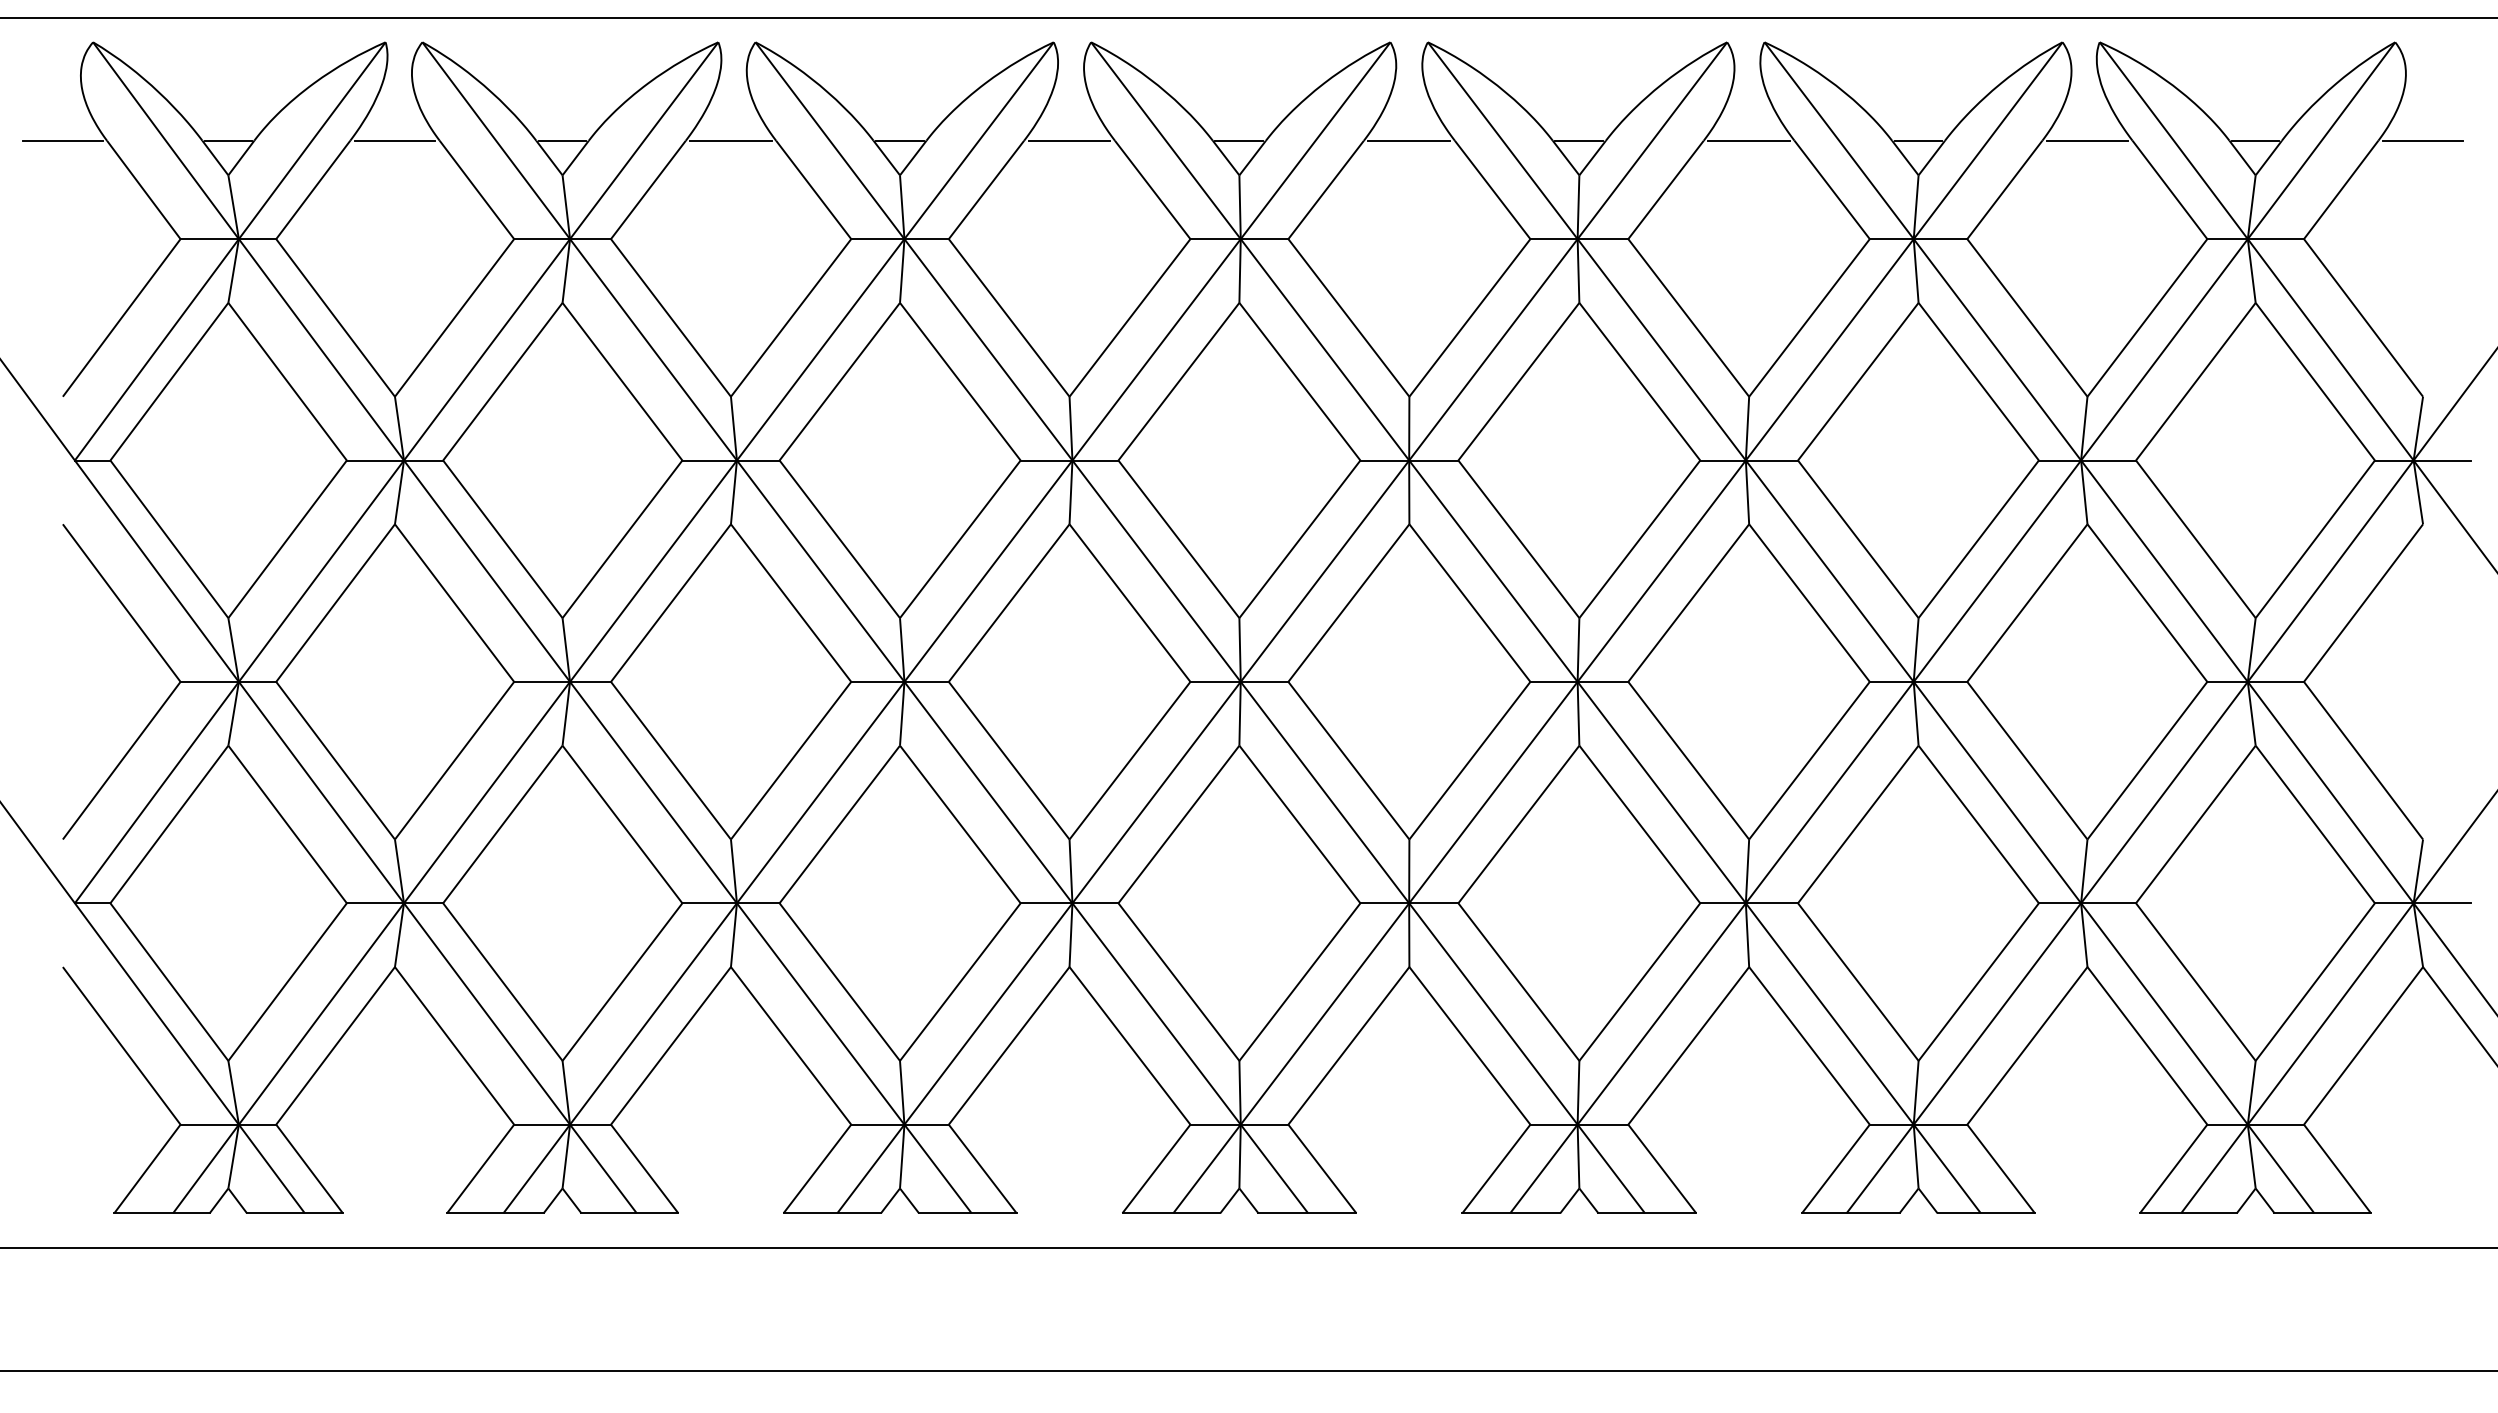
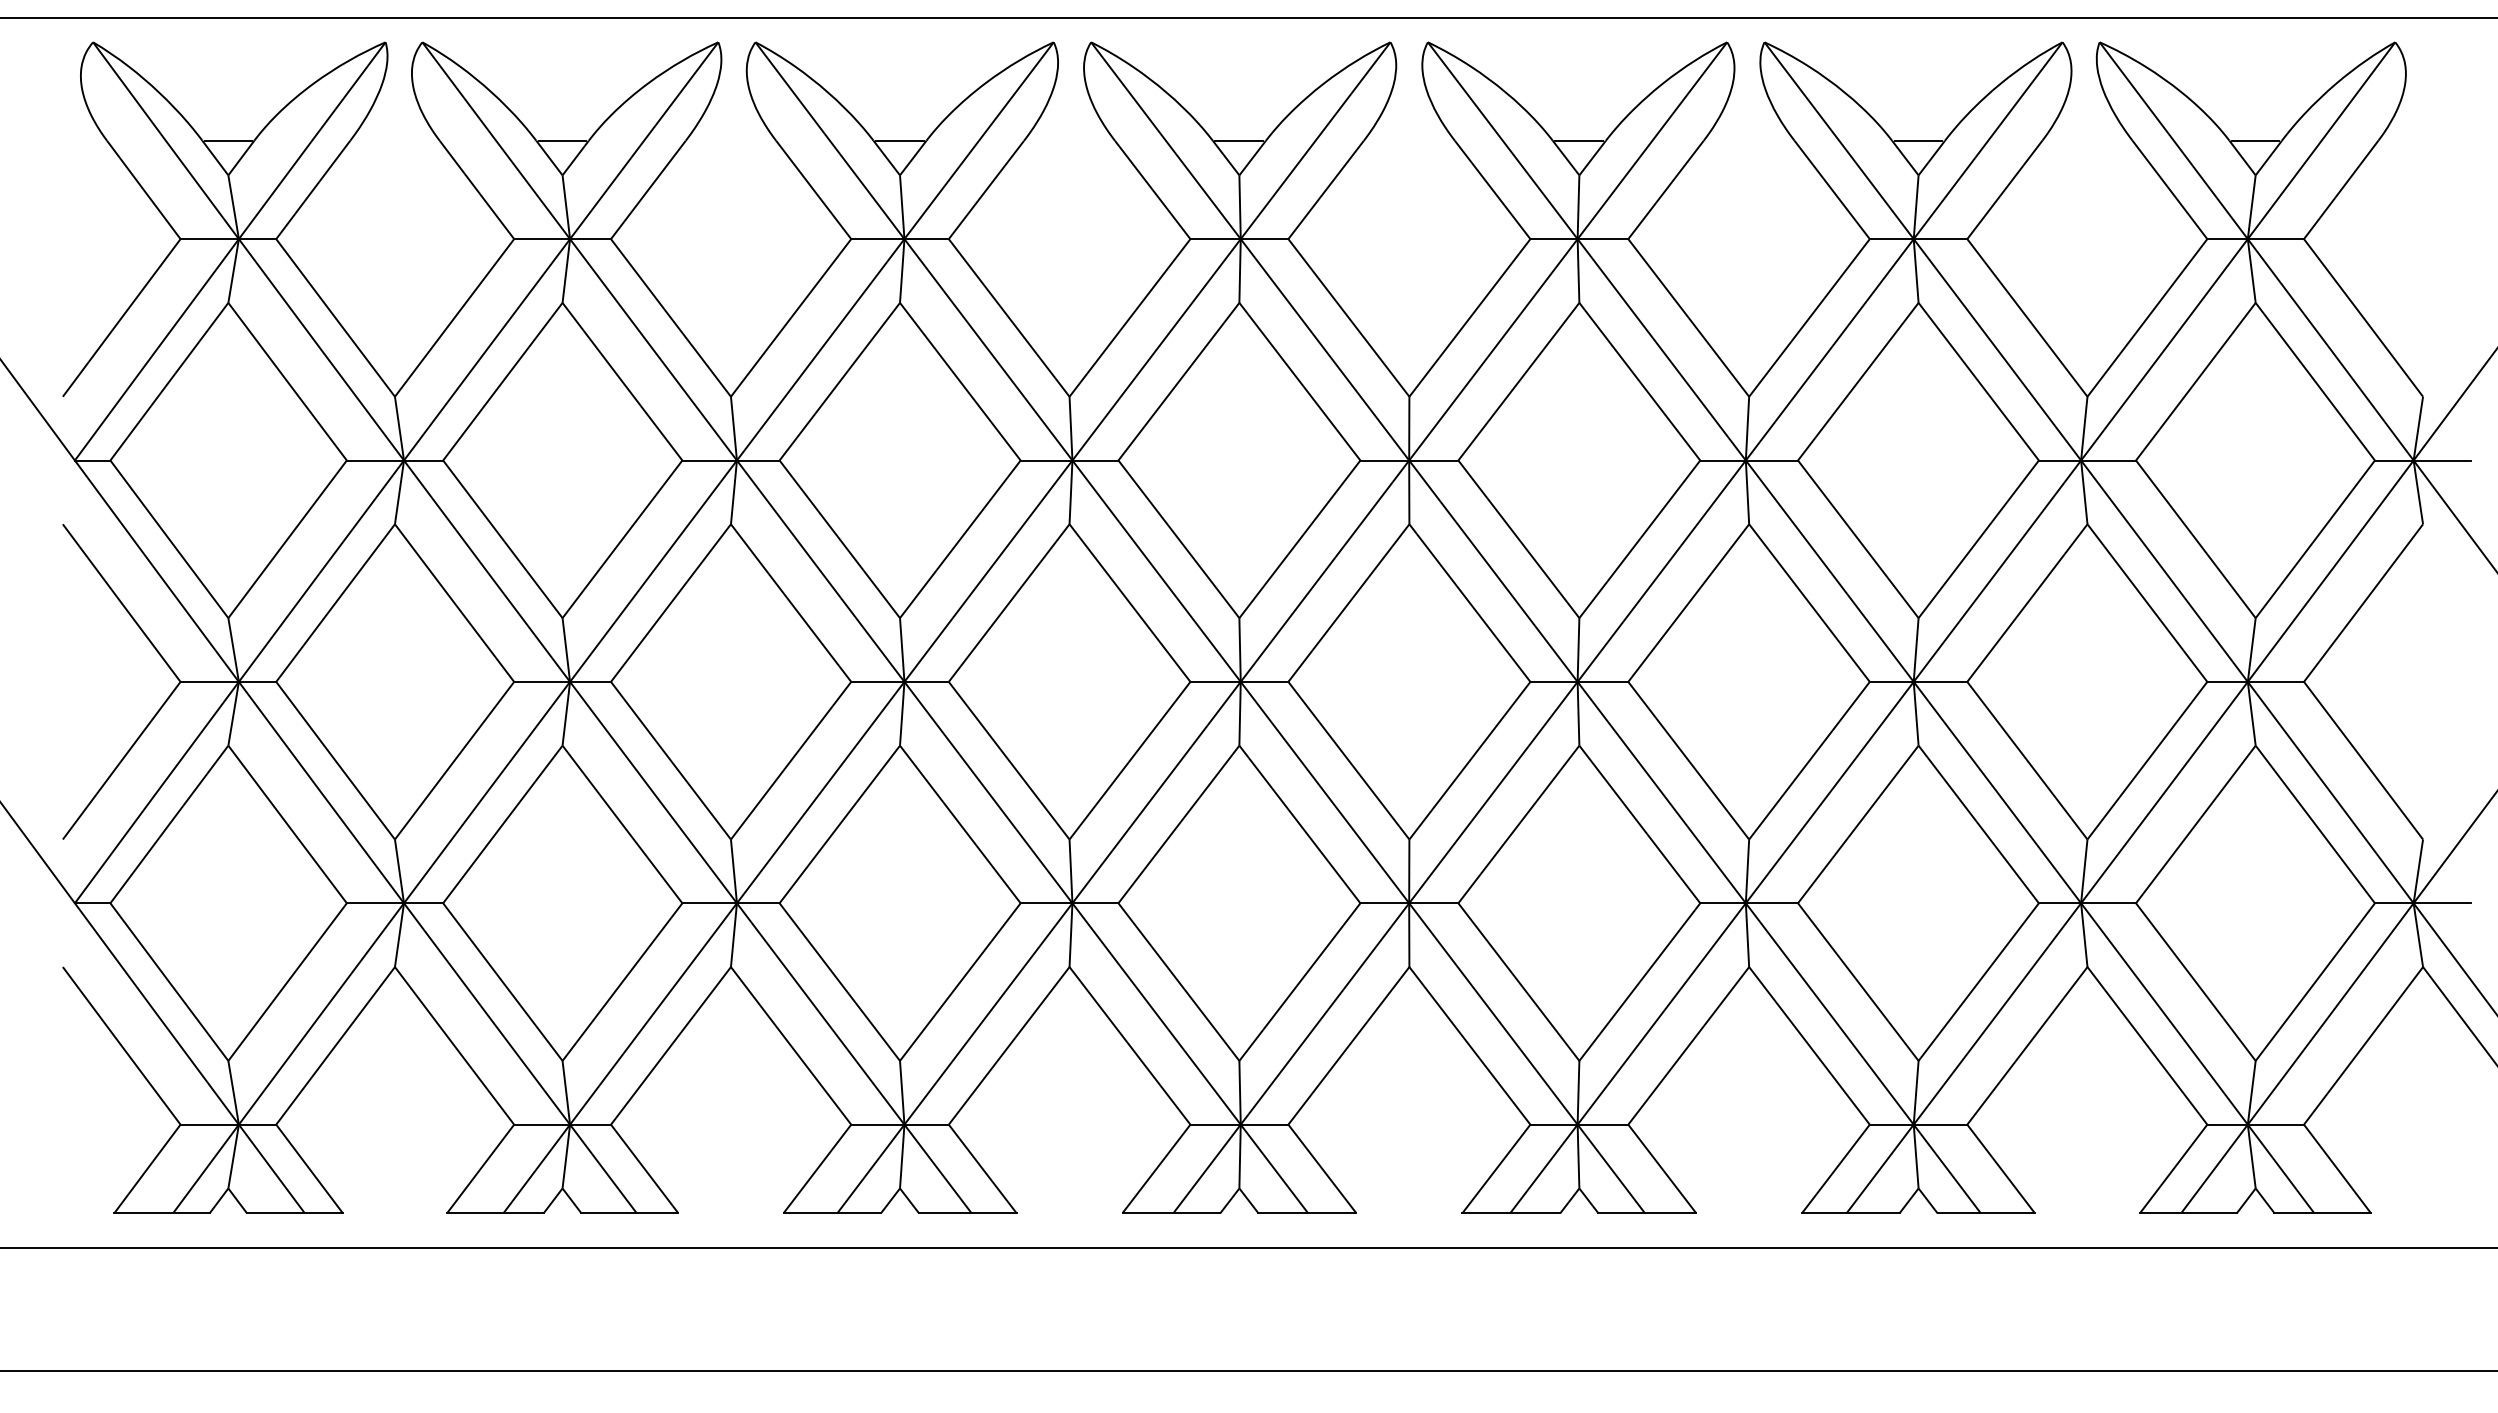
line at (62, 140): present -> none
line at (394, 140): present -> none
line at (730, 140): present -> none
line at (1069, 140): present -> none
line at (1409, 140): present -> none
line at (1748, 140): present -> none
line at (2087, 140): present -> none
line at (2422, 140): present -> none
